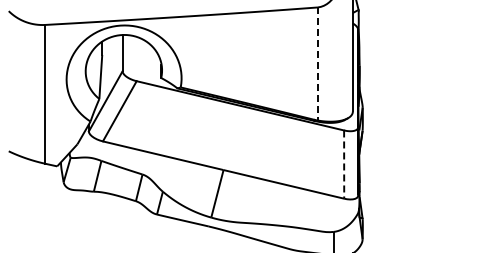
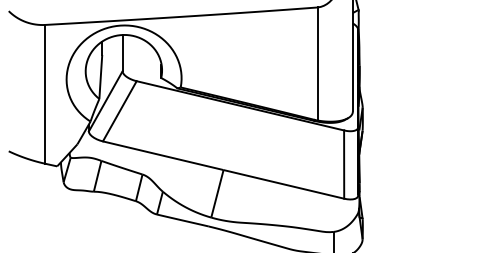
line at (317, 64): dashed -> solid
line at (344, 165): dashed -> solid
